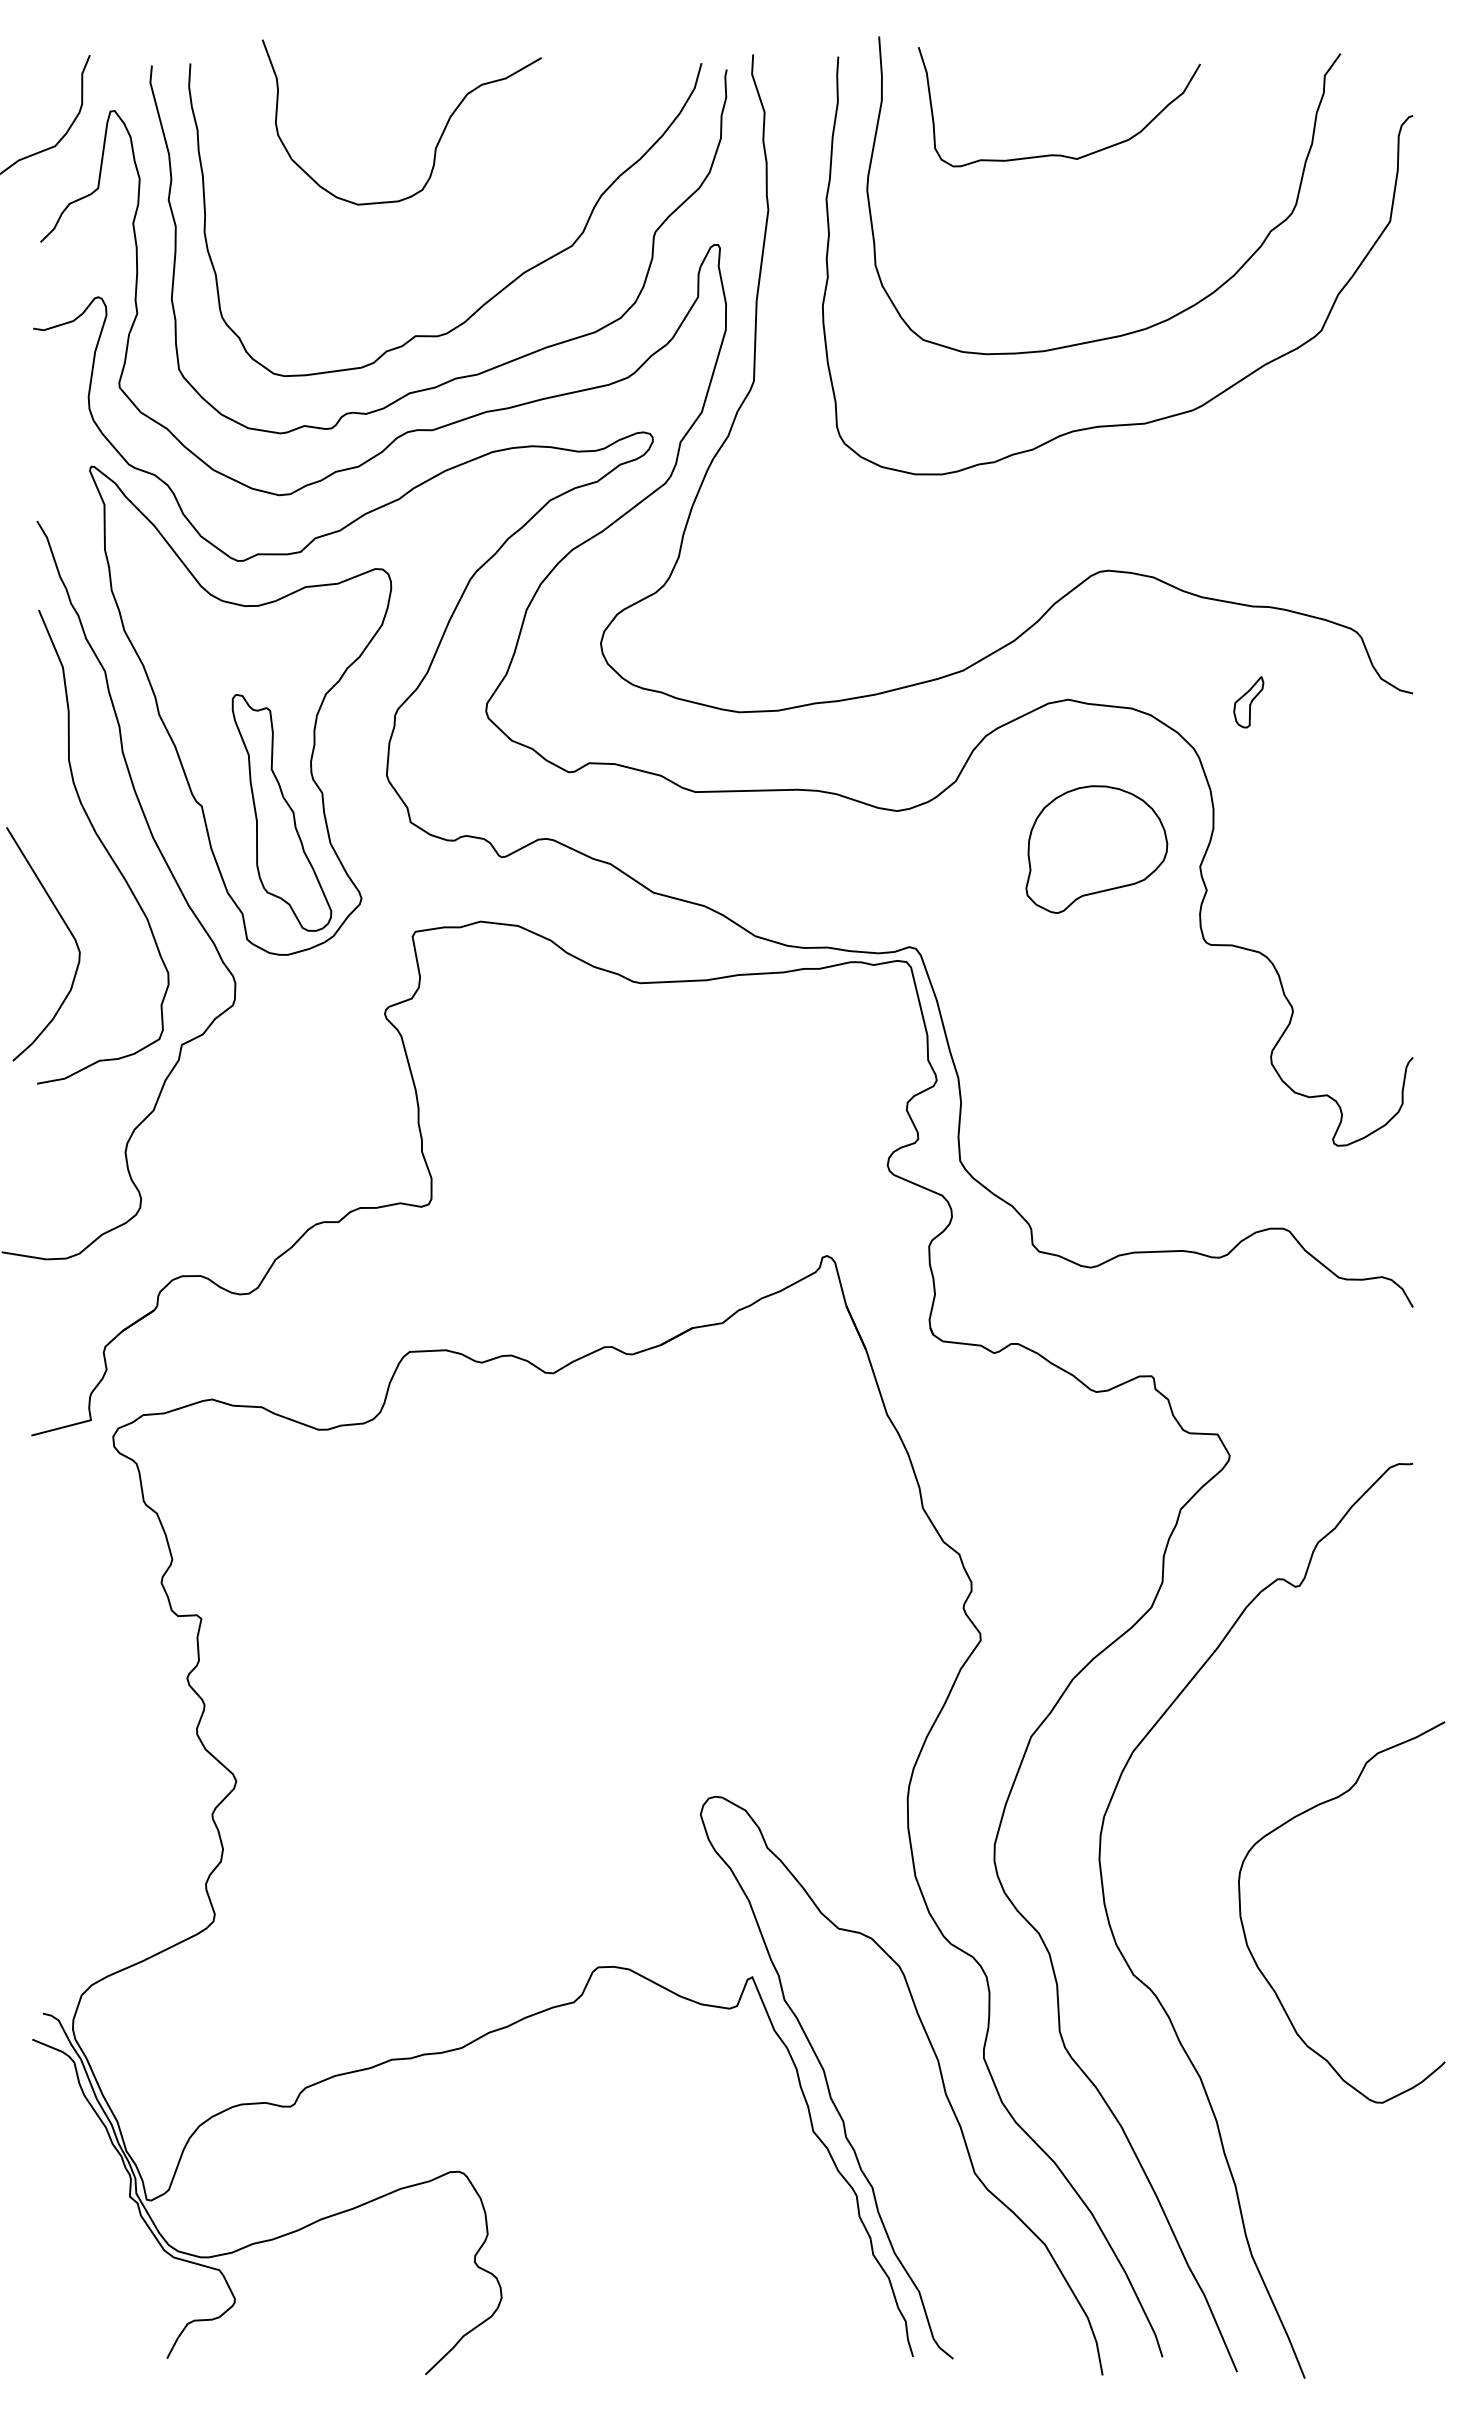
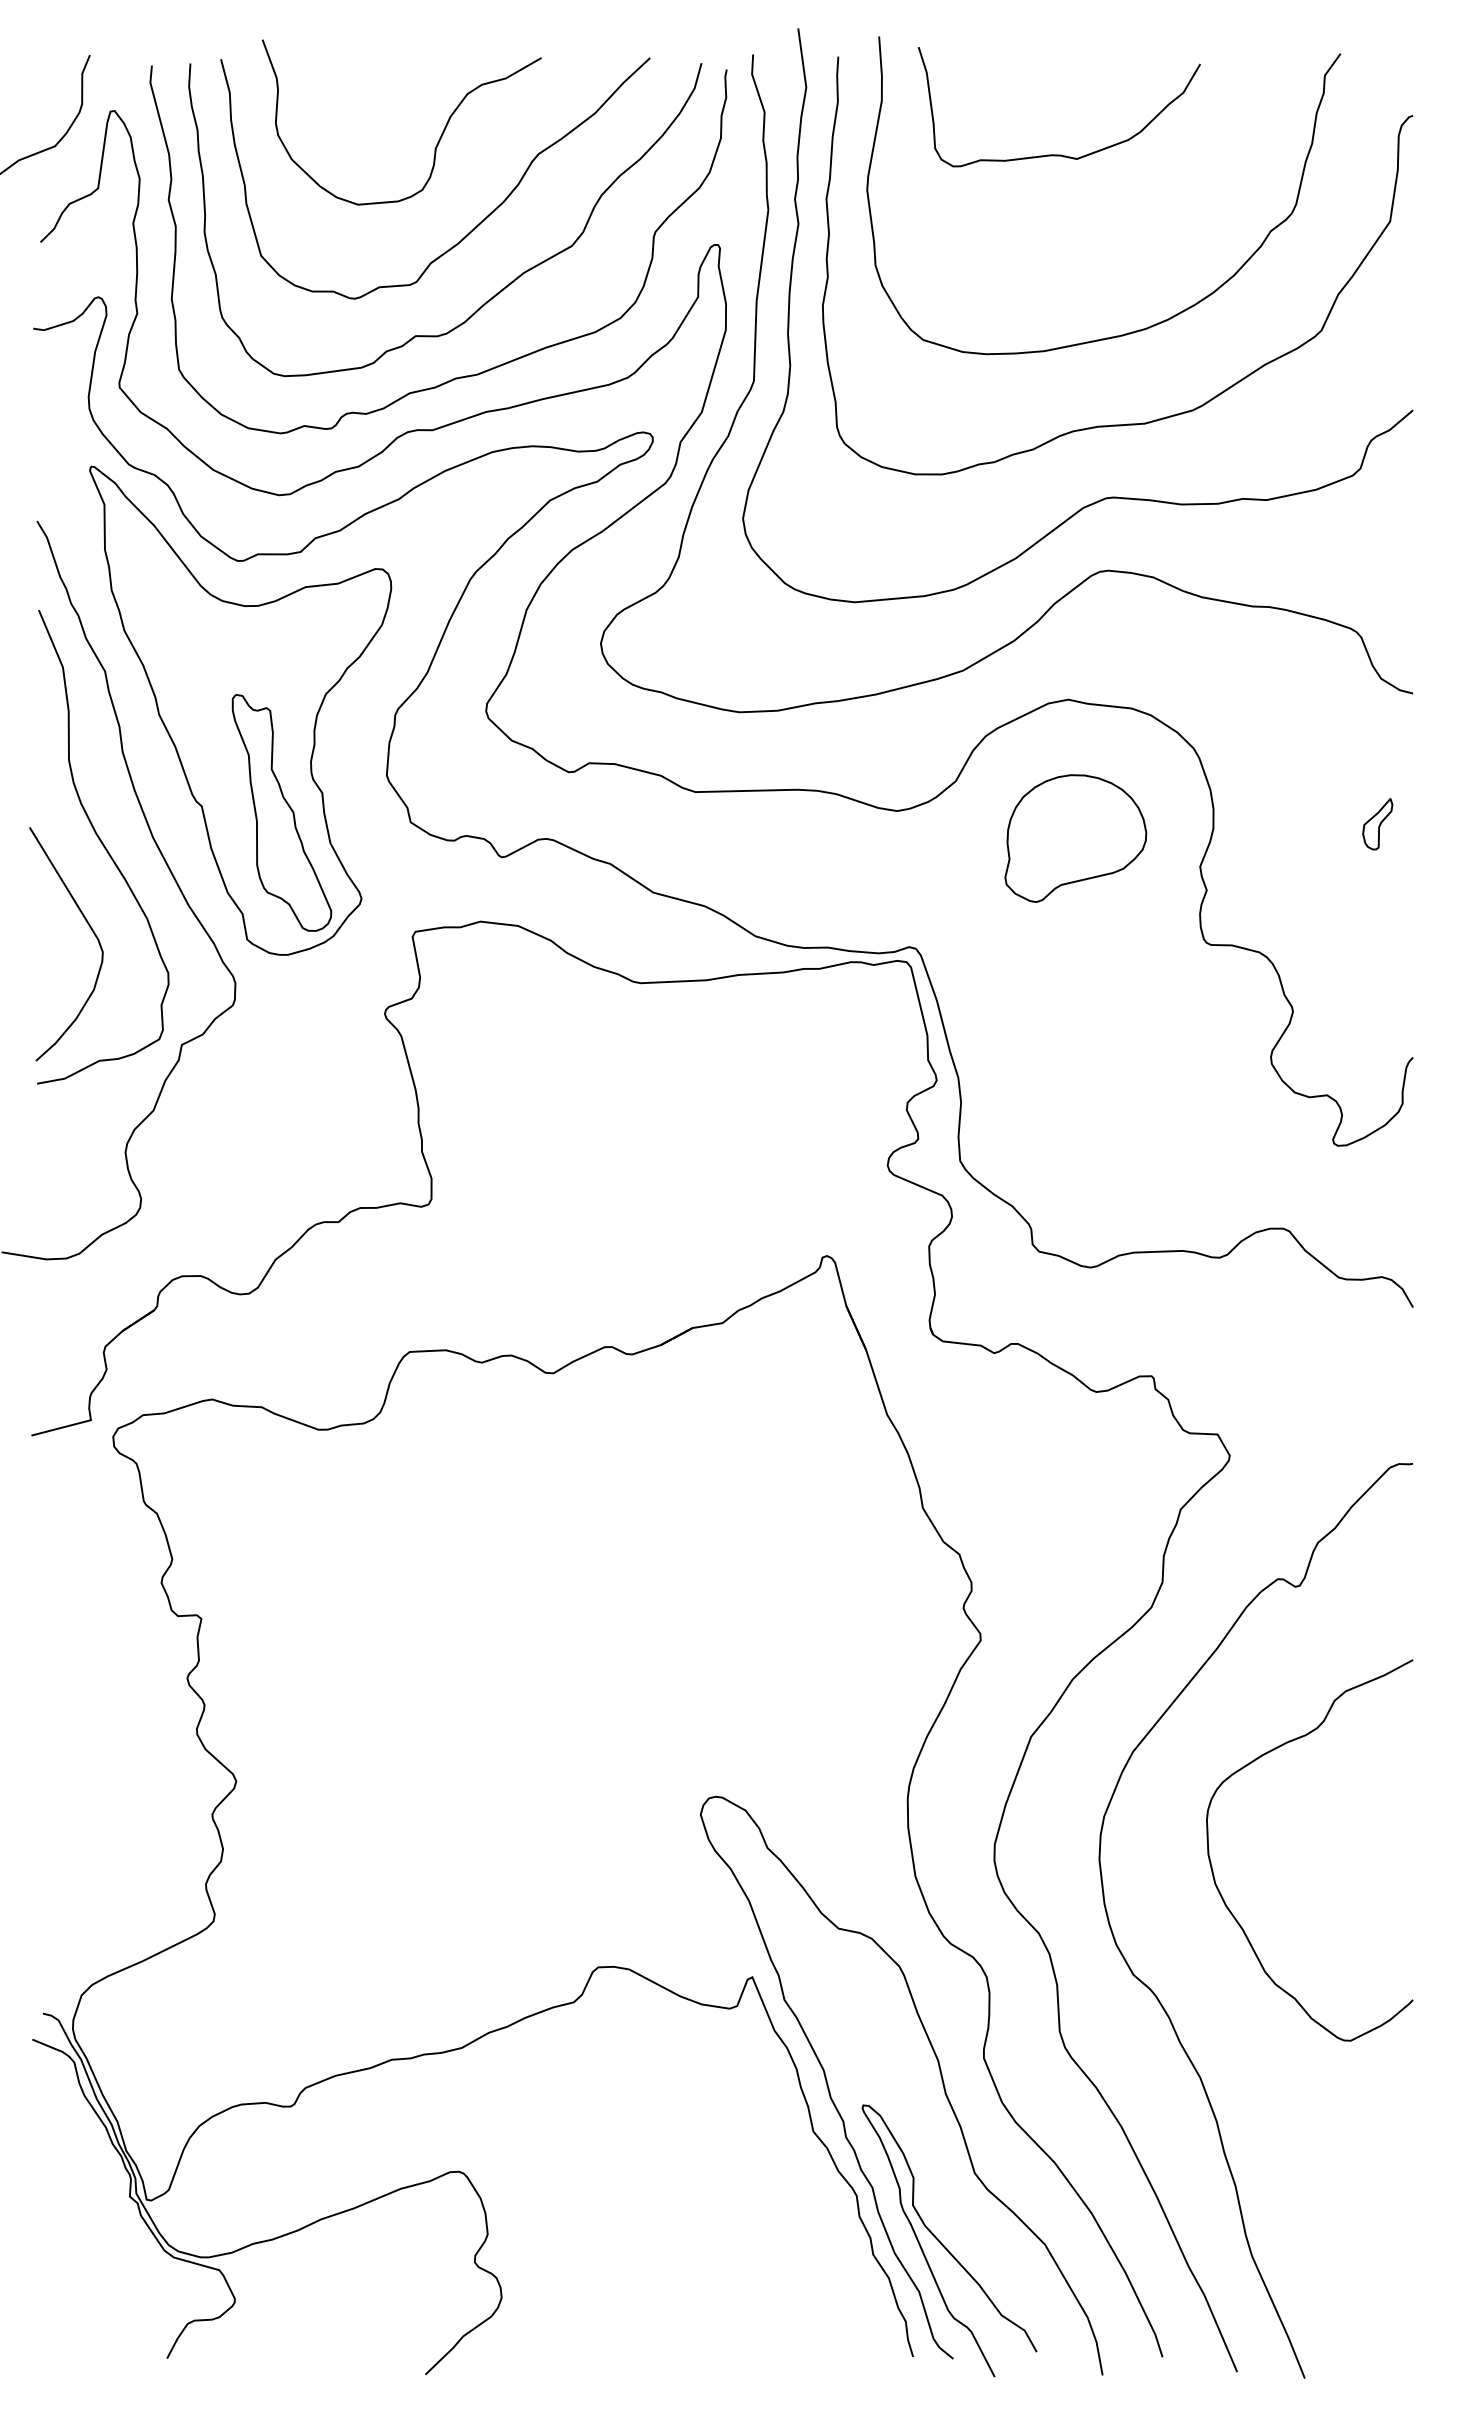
curve at (479, 222): none -> present
curve at (1105, 497): none -> present
part at (1248, 702) position: (1248, 702) -> (1377, 824)
part at (1096, 849) position: (1096, 849) -> (1075, 838)
curve at (66, 927) position: (66, 927) -> (89, 927)
curve at (1253, 1955) position: (1253, 1955) -> (1221, 1893)
curve at (944, 2245): none -> present
